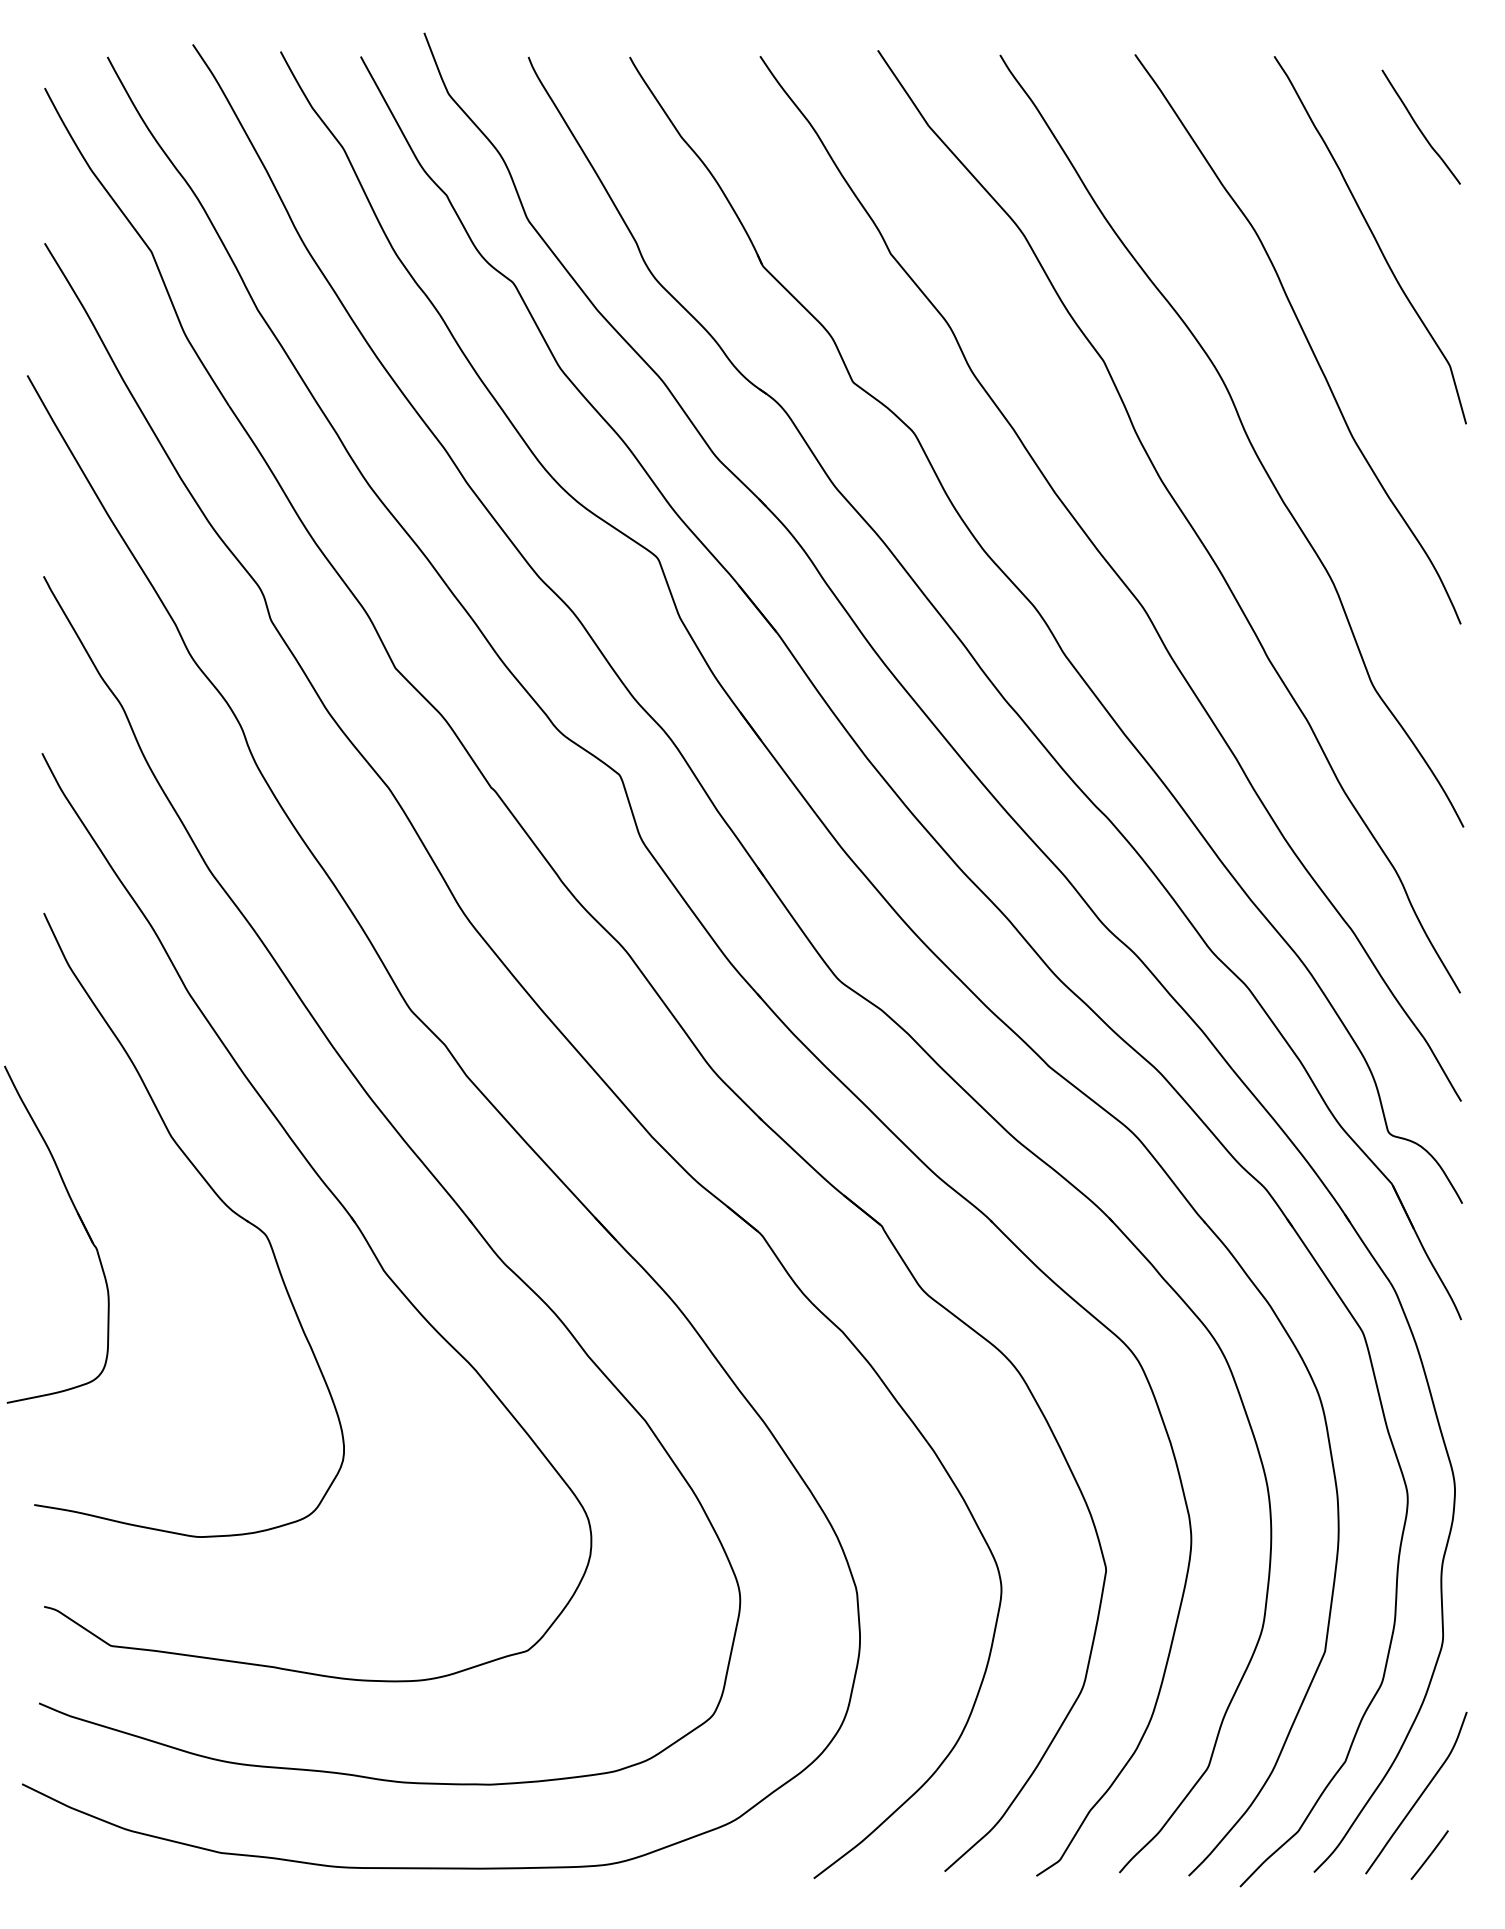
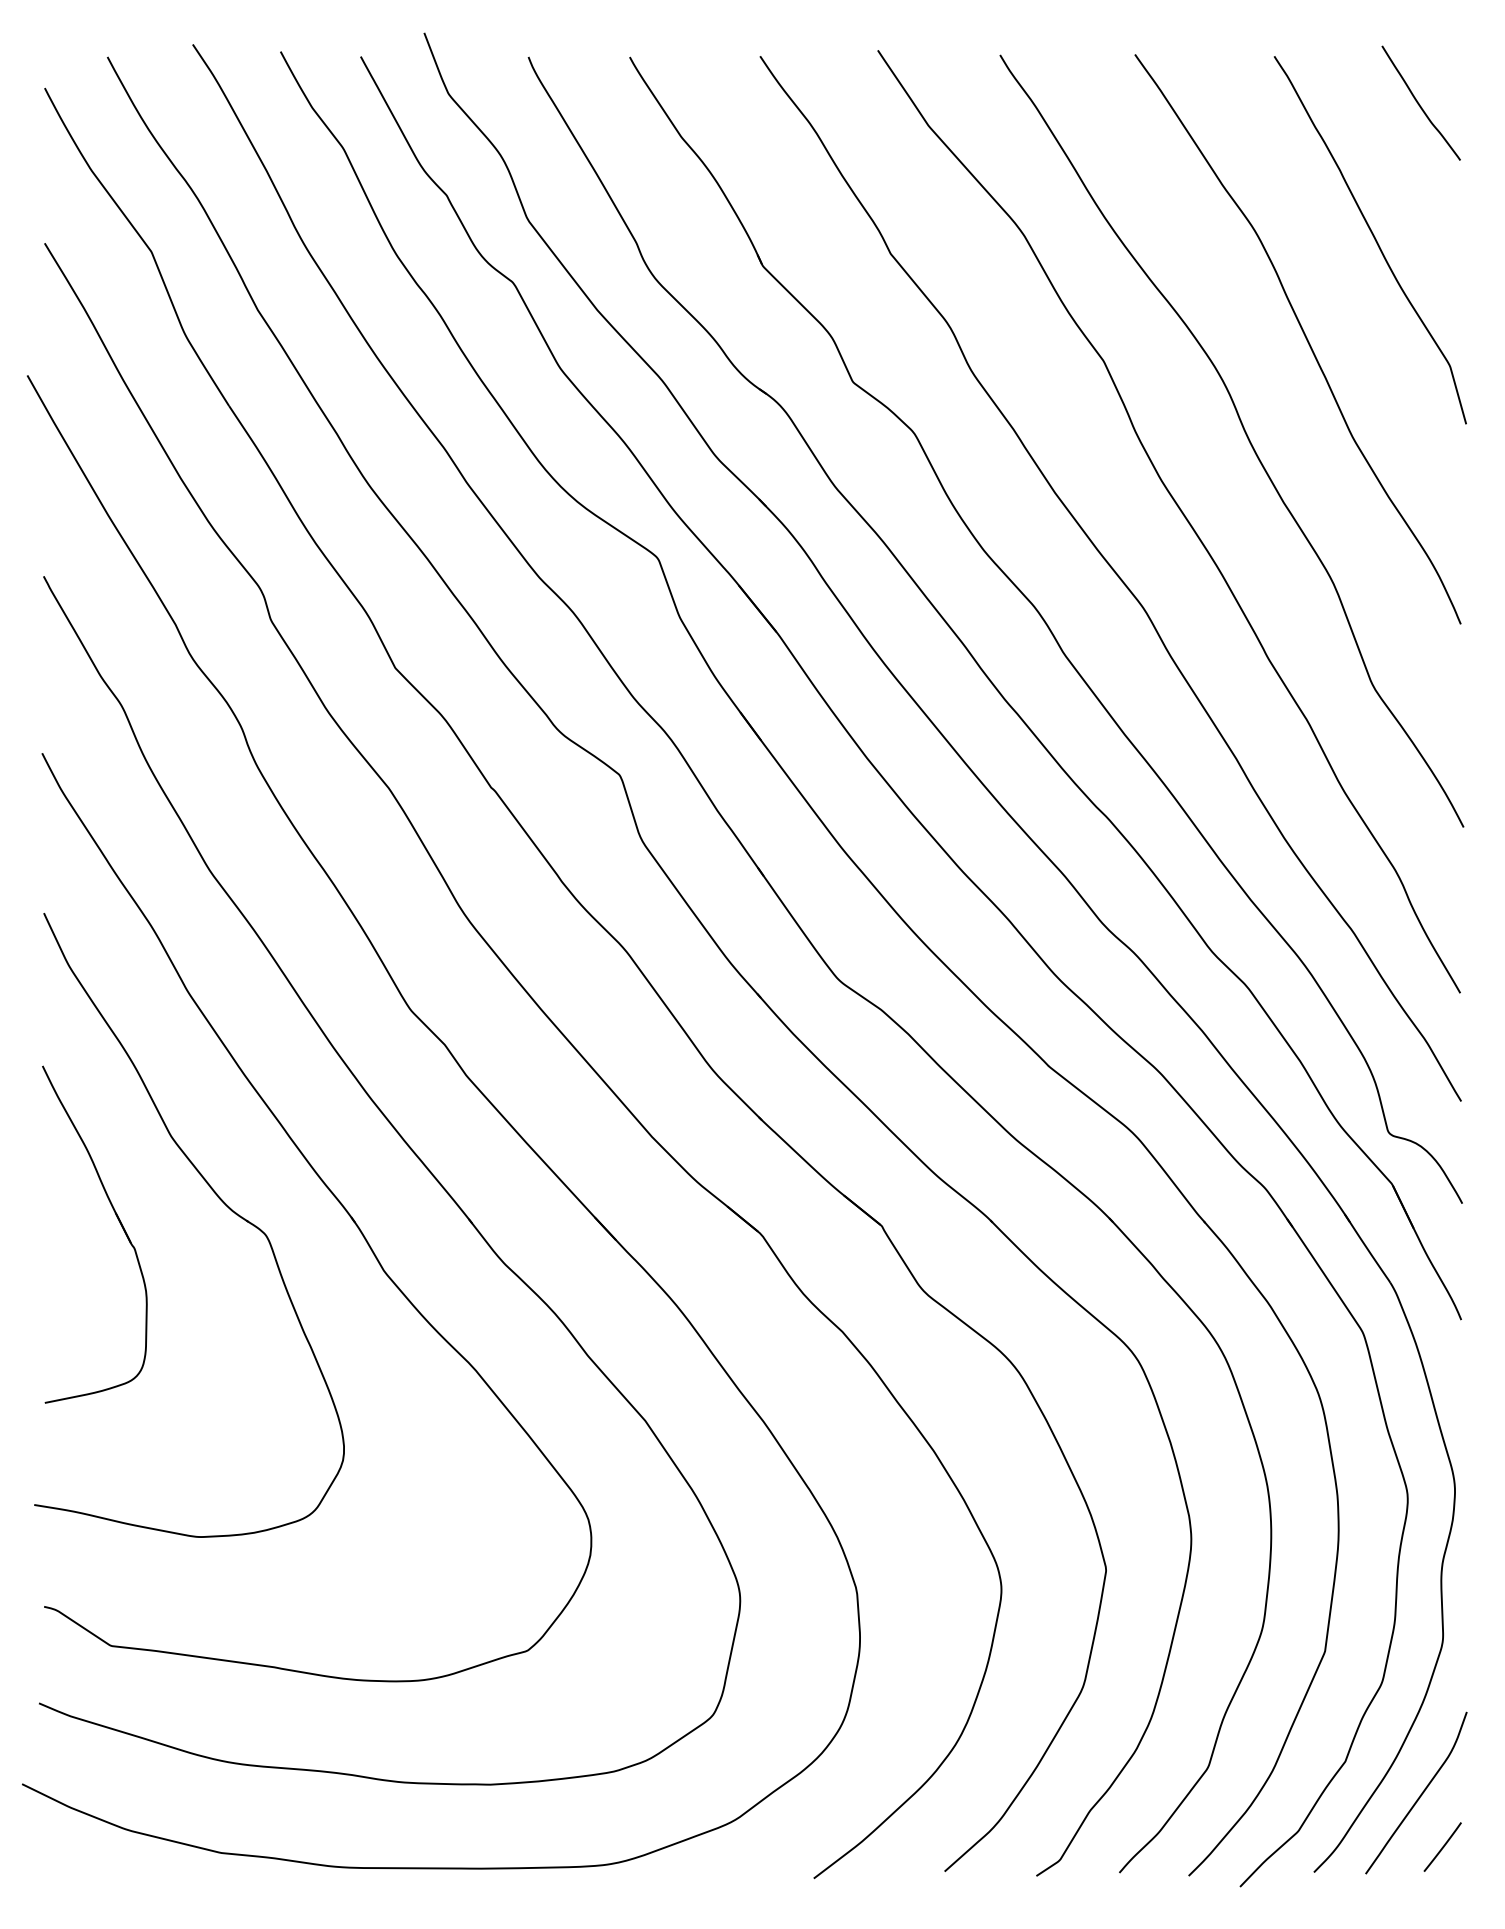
curve at (1419, 127) position: (1419, 127) -> (1419, 103)
part at (80, 1221) position: (80, 1221) -> (118, 1221)
line at (1429, 1854) position: (1429, 1854) -> (1442, 1846)
